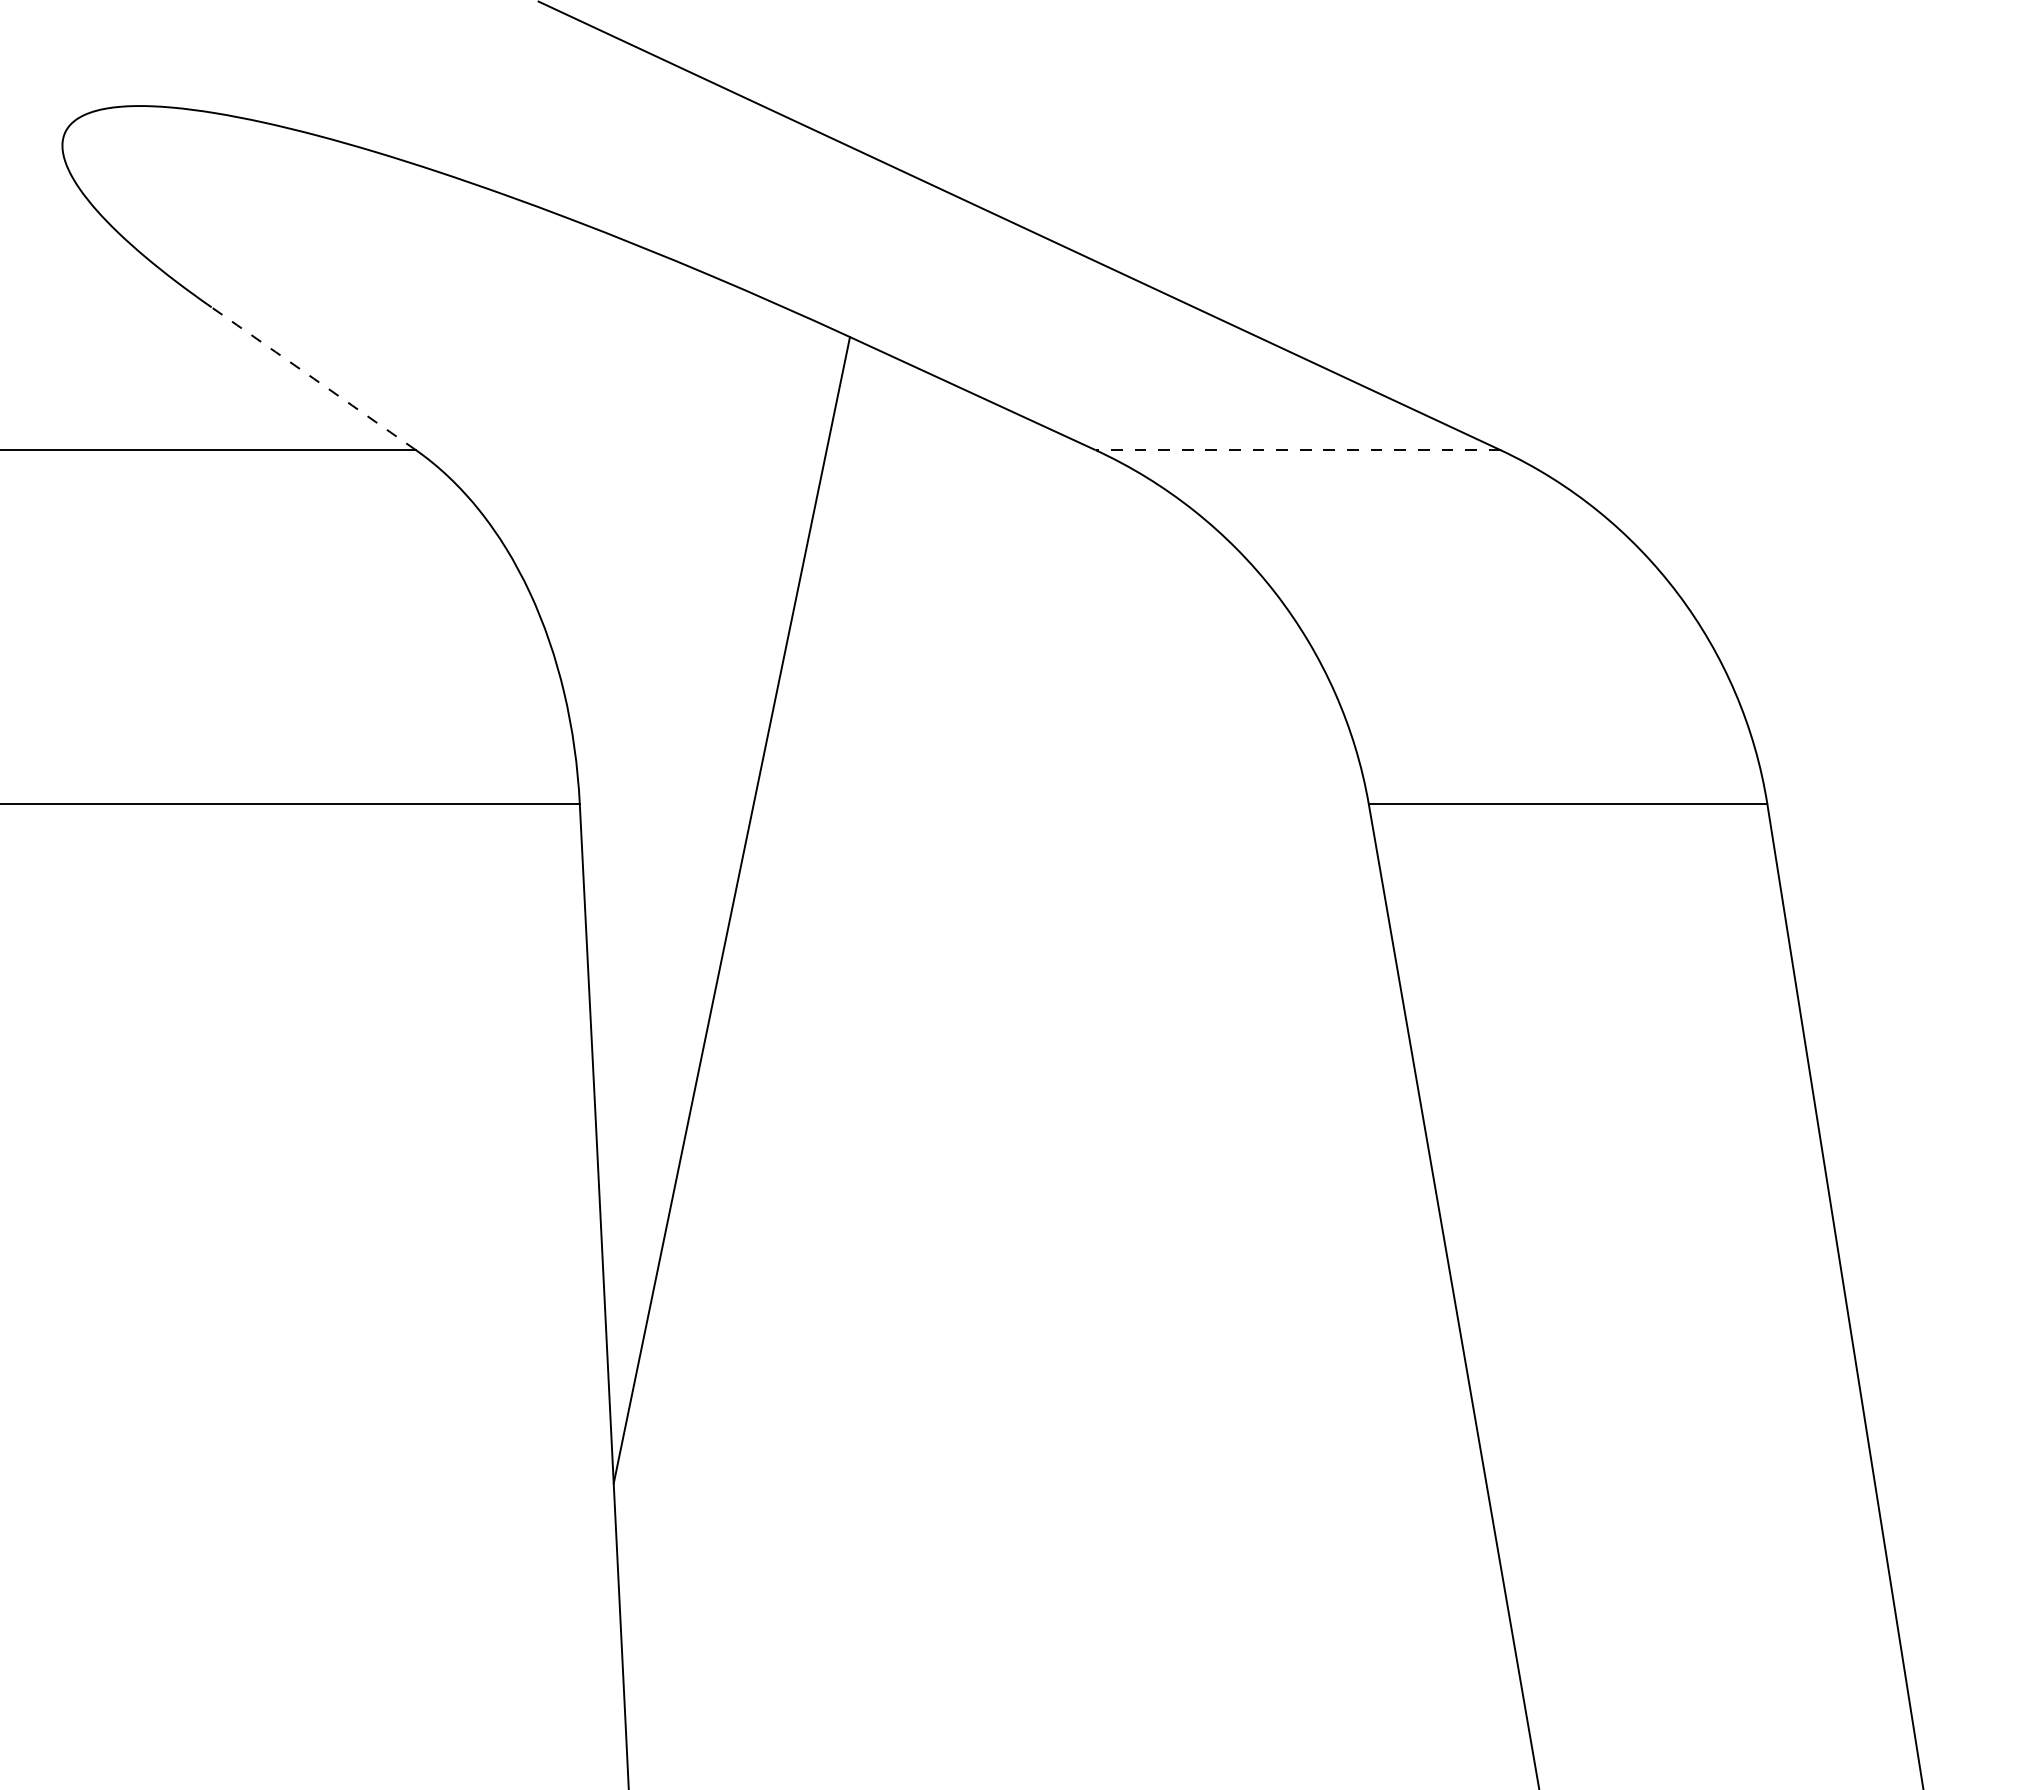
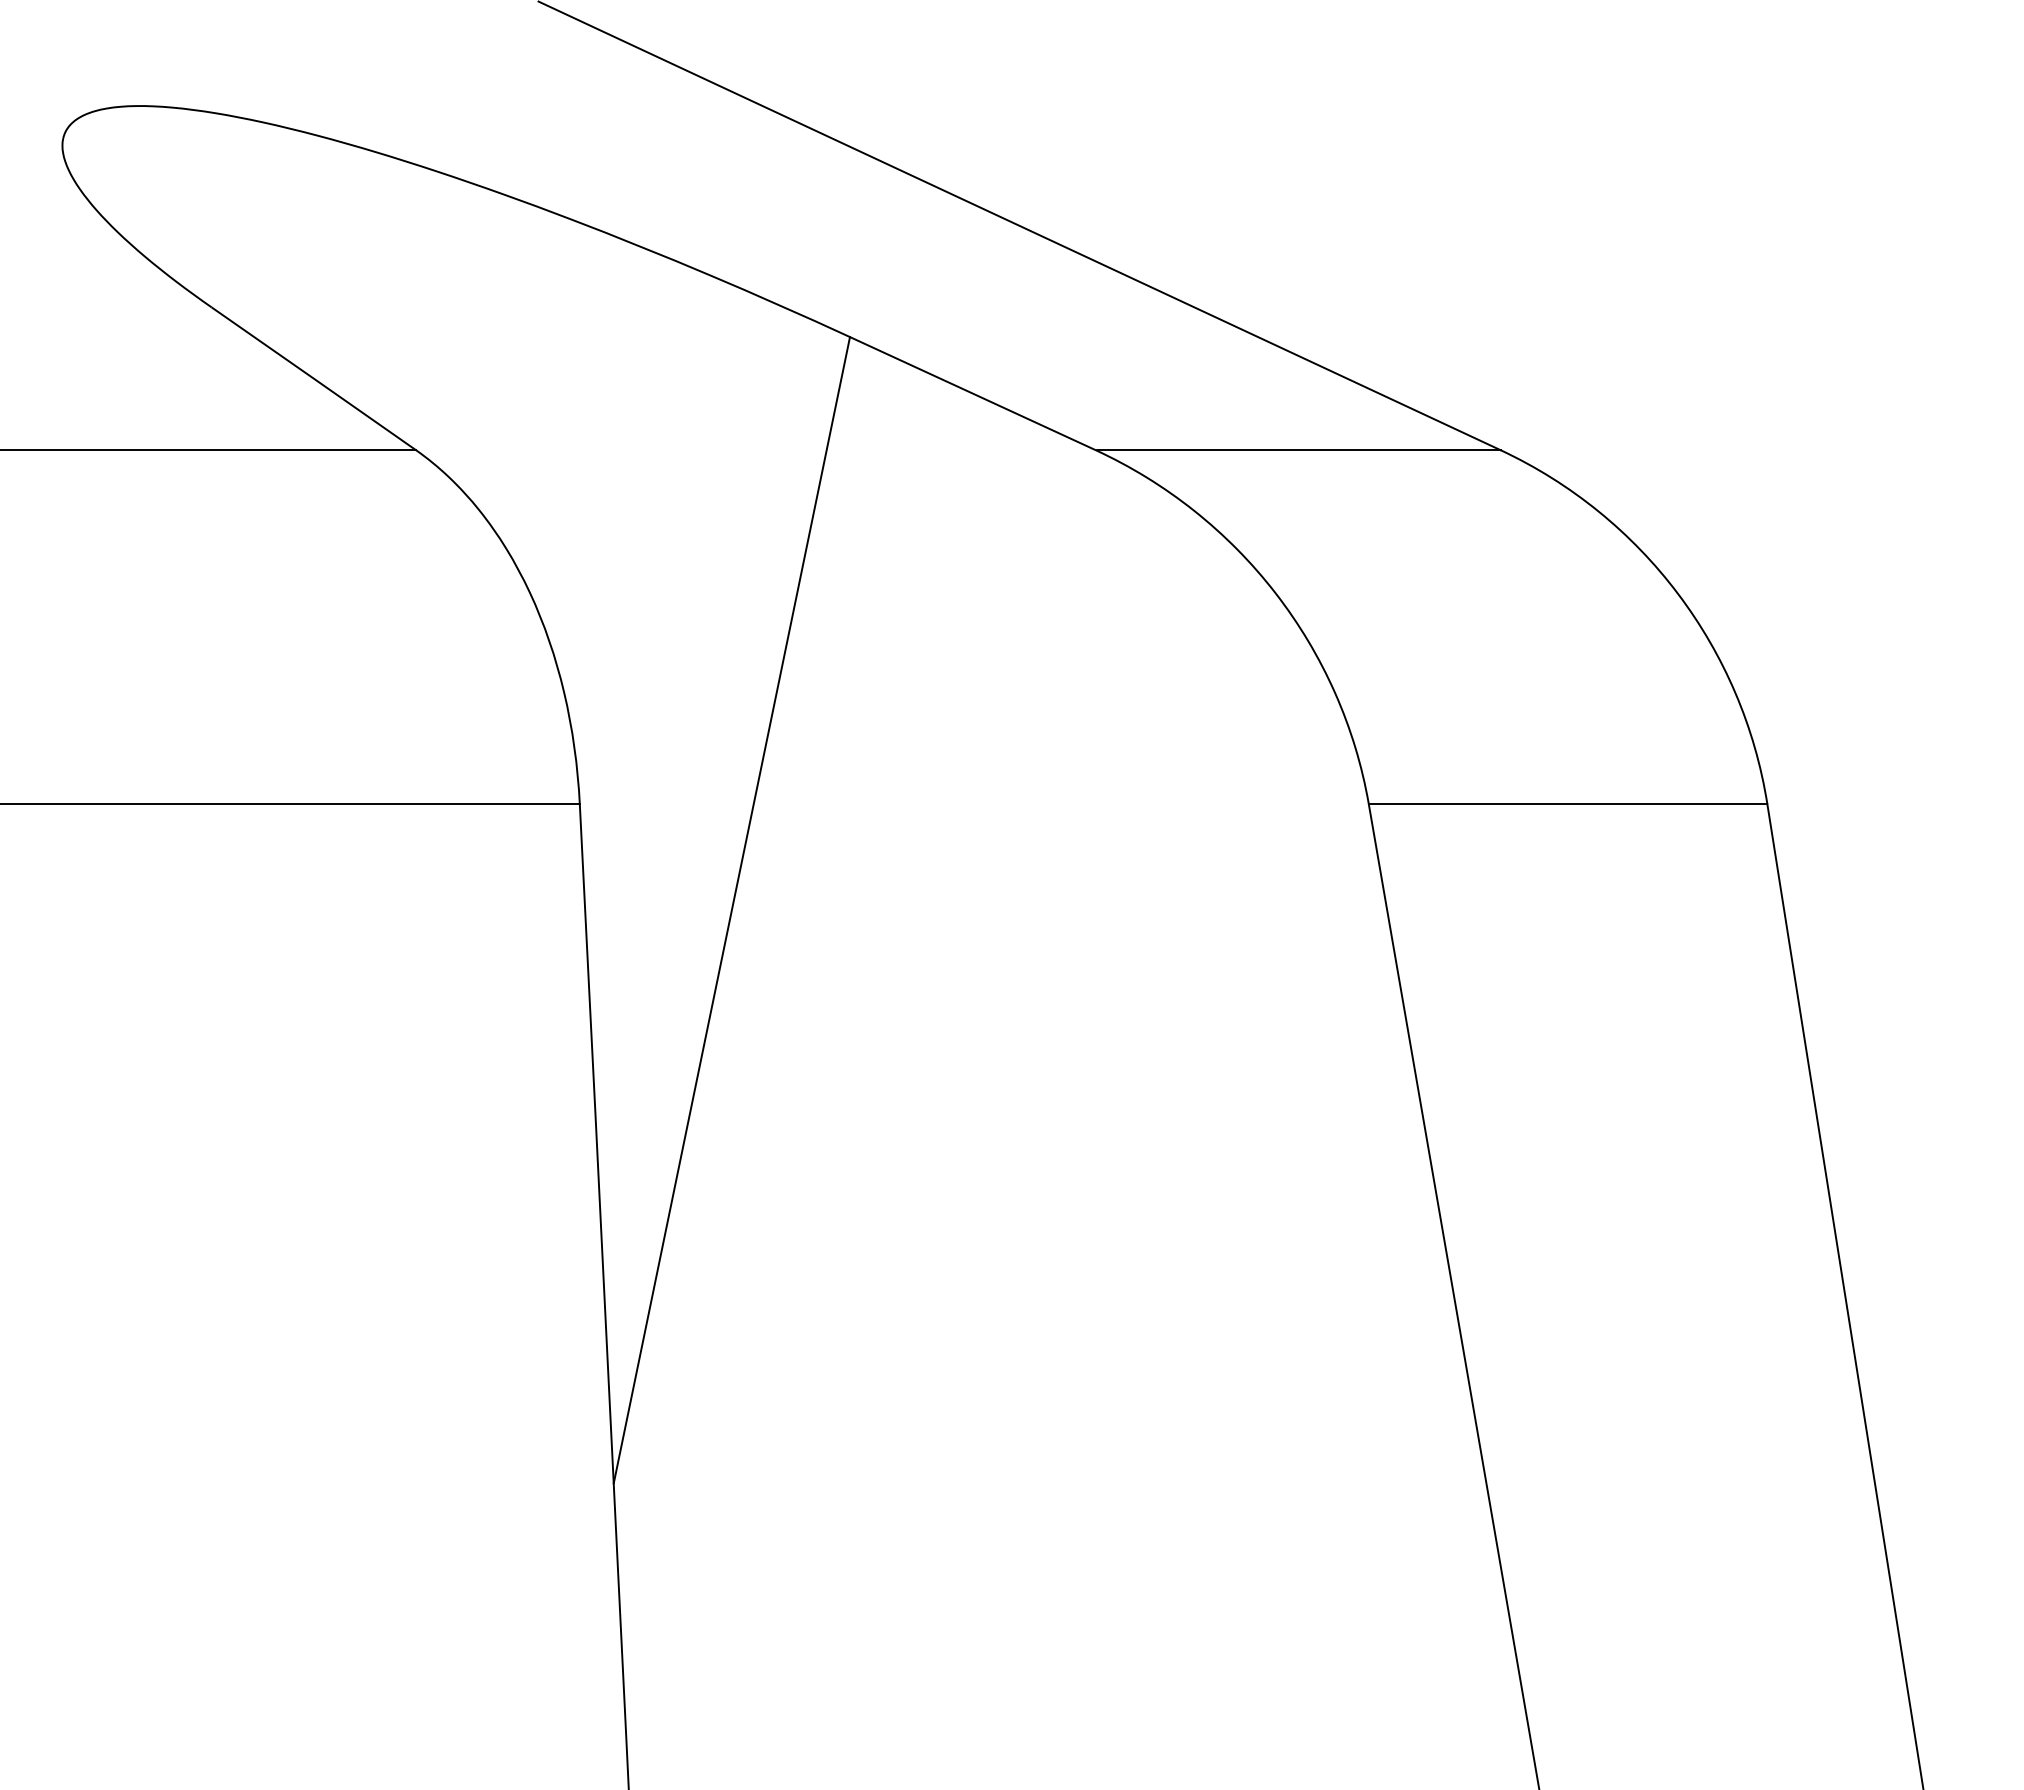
arc at (313, 378): dashed -> solid
line at (1297, 450): dashed -> solid
